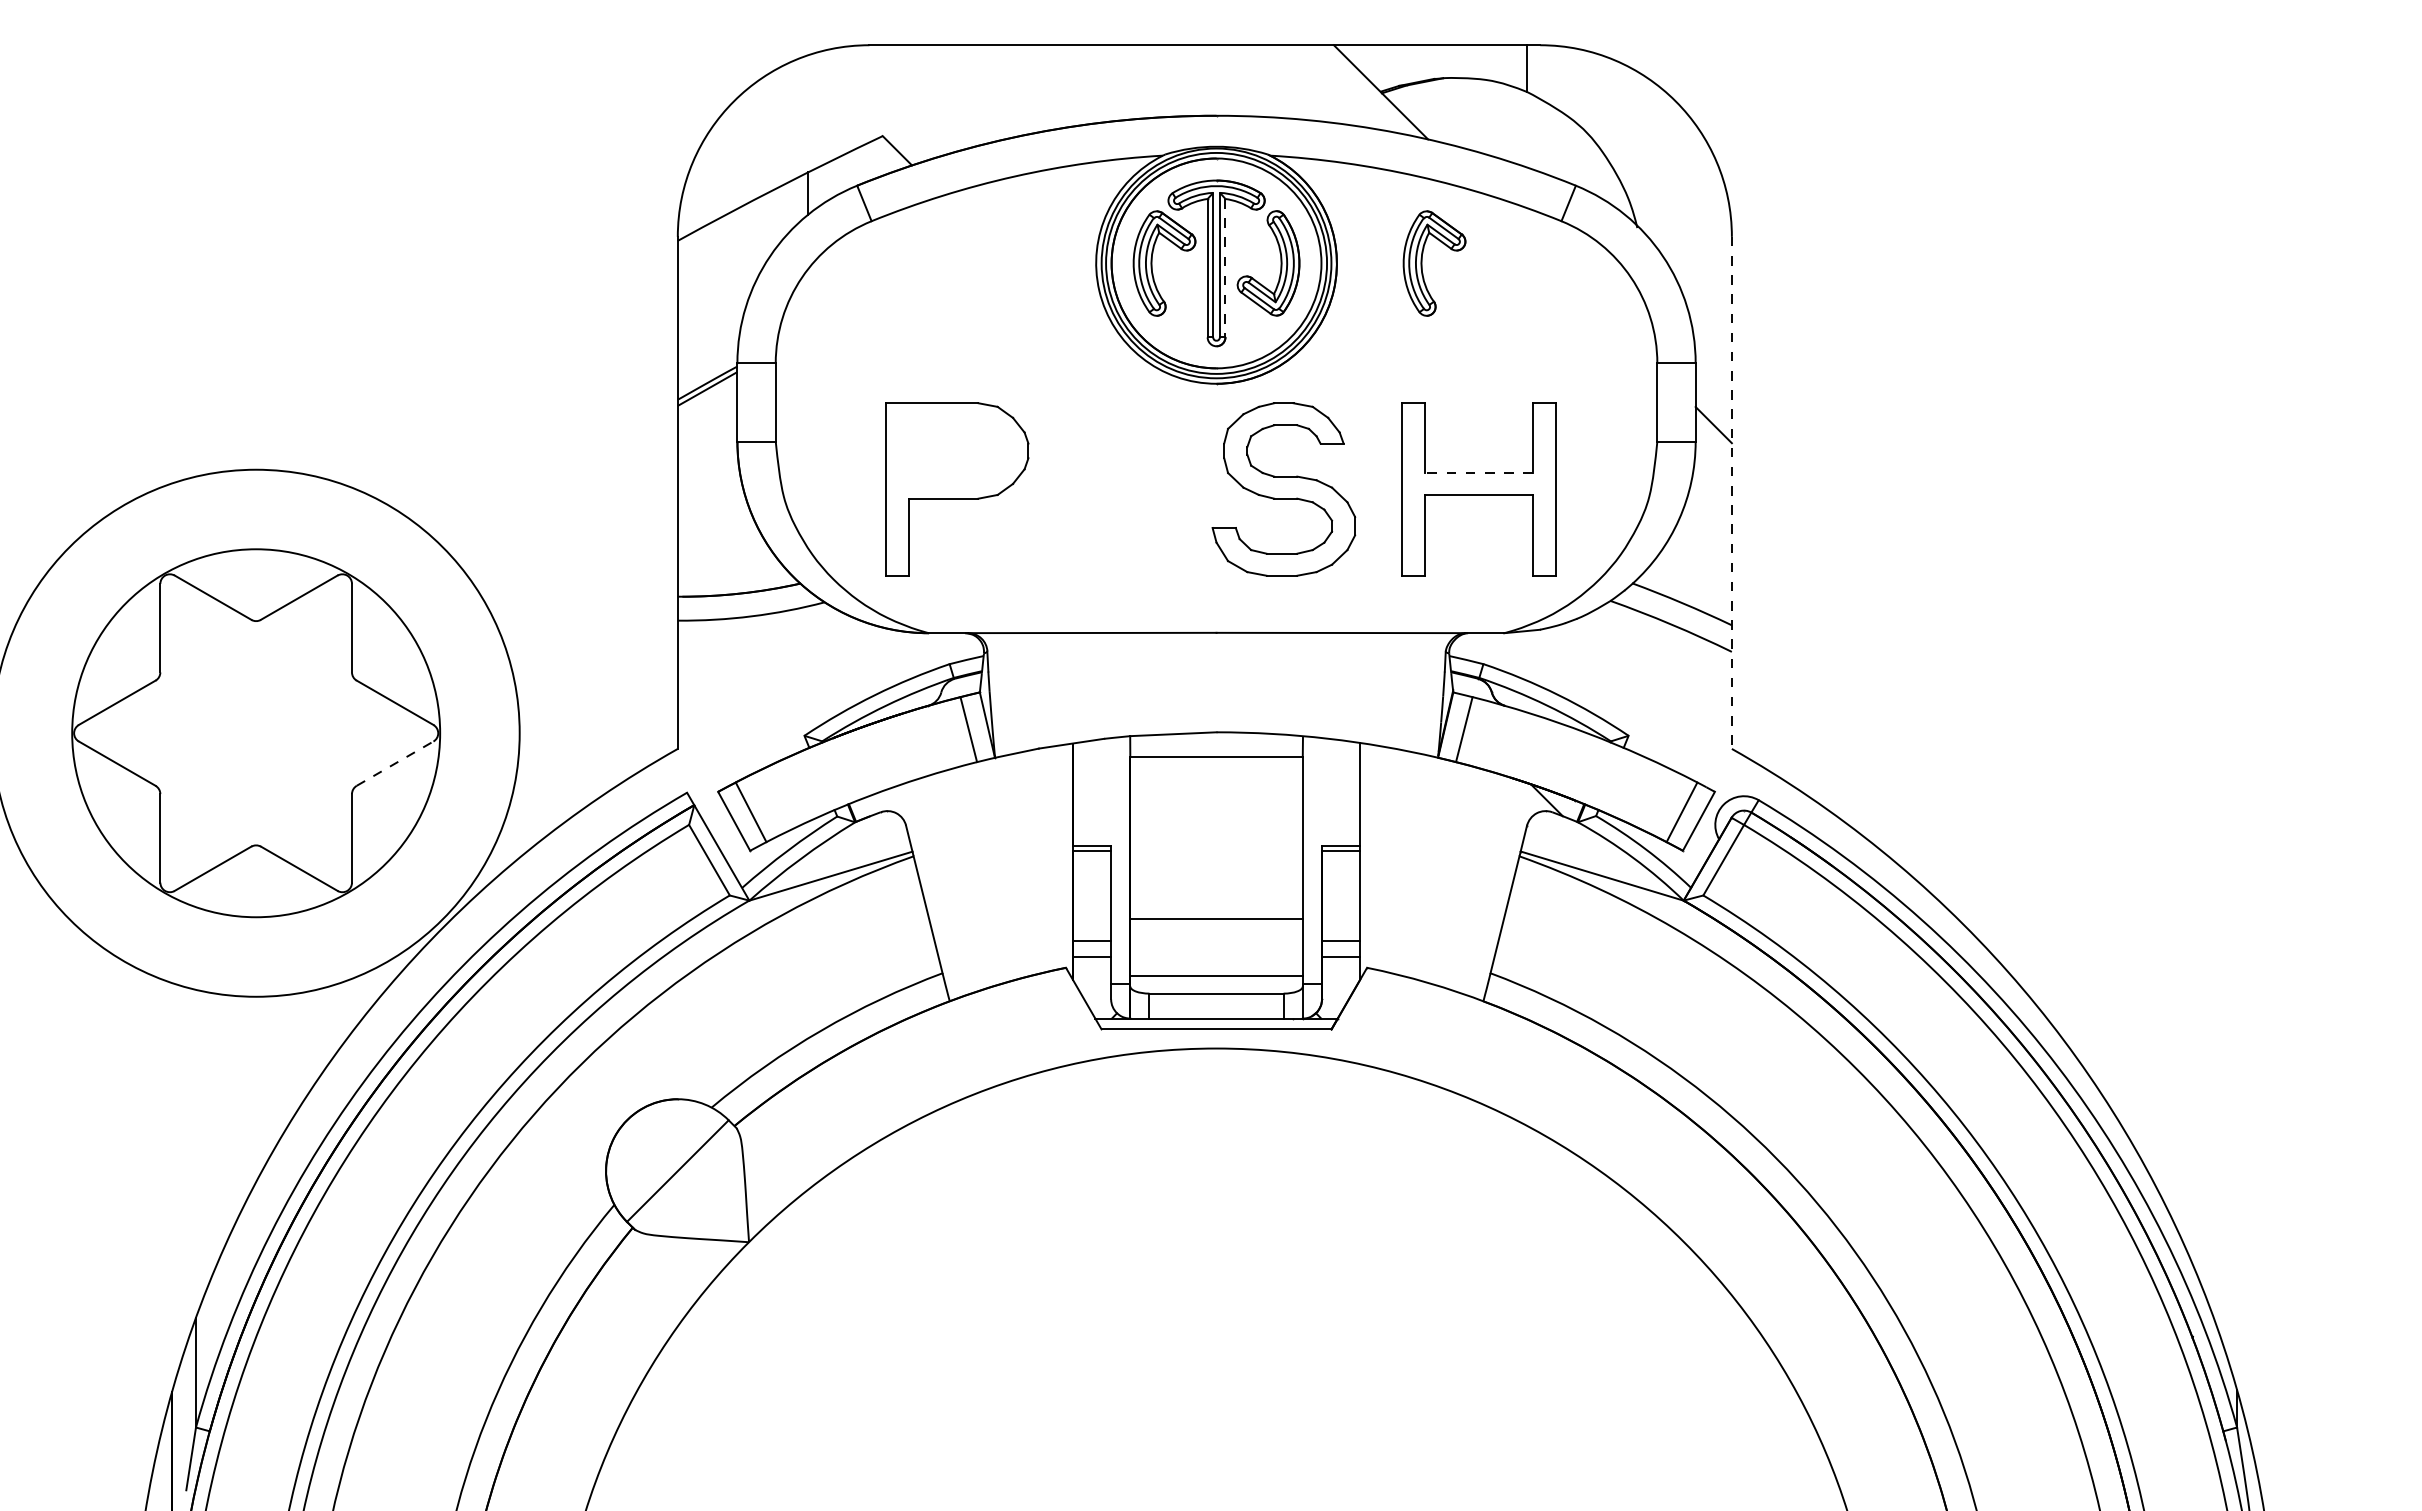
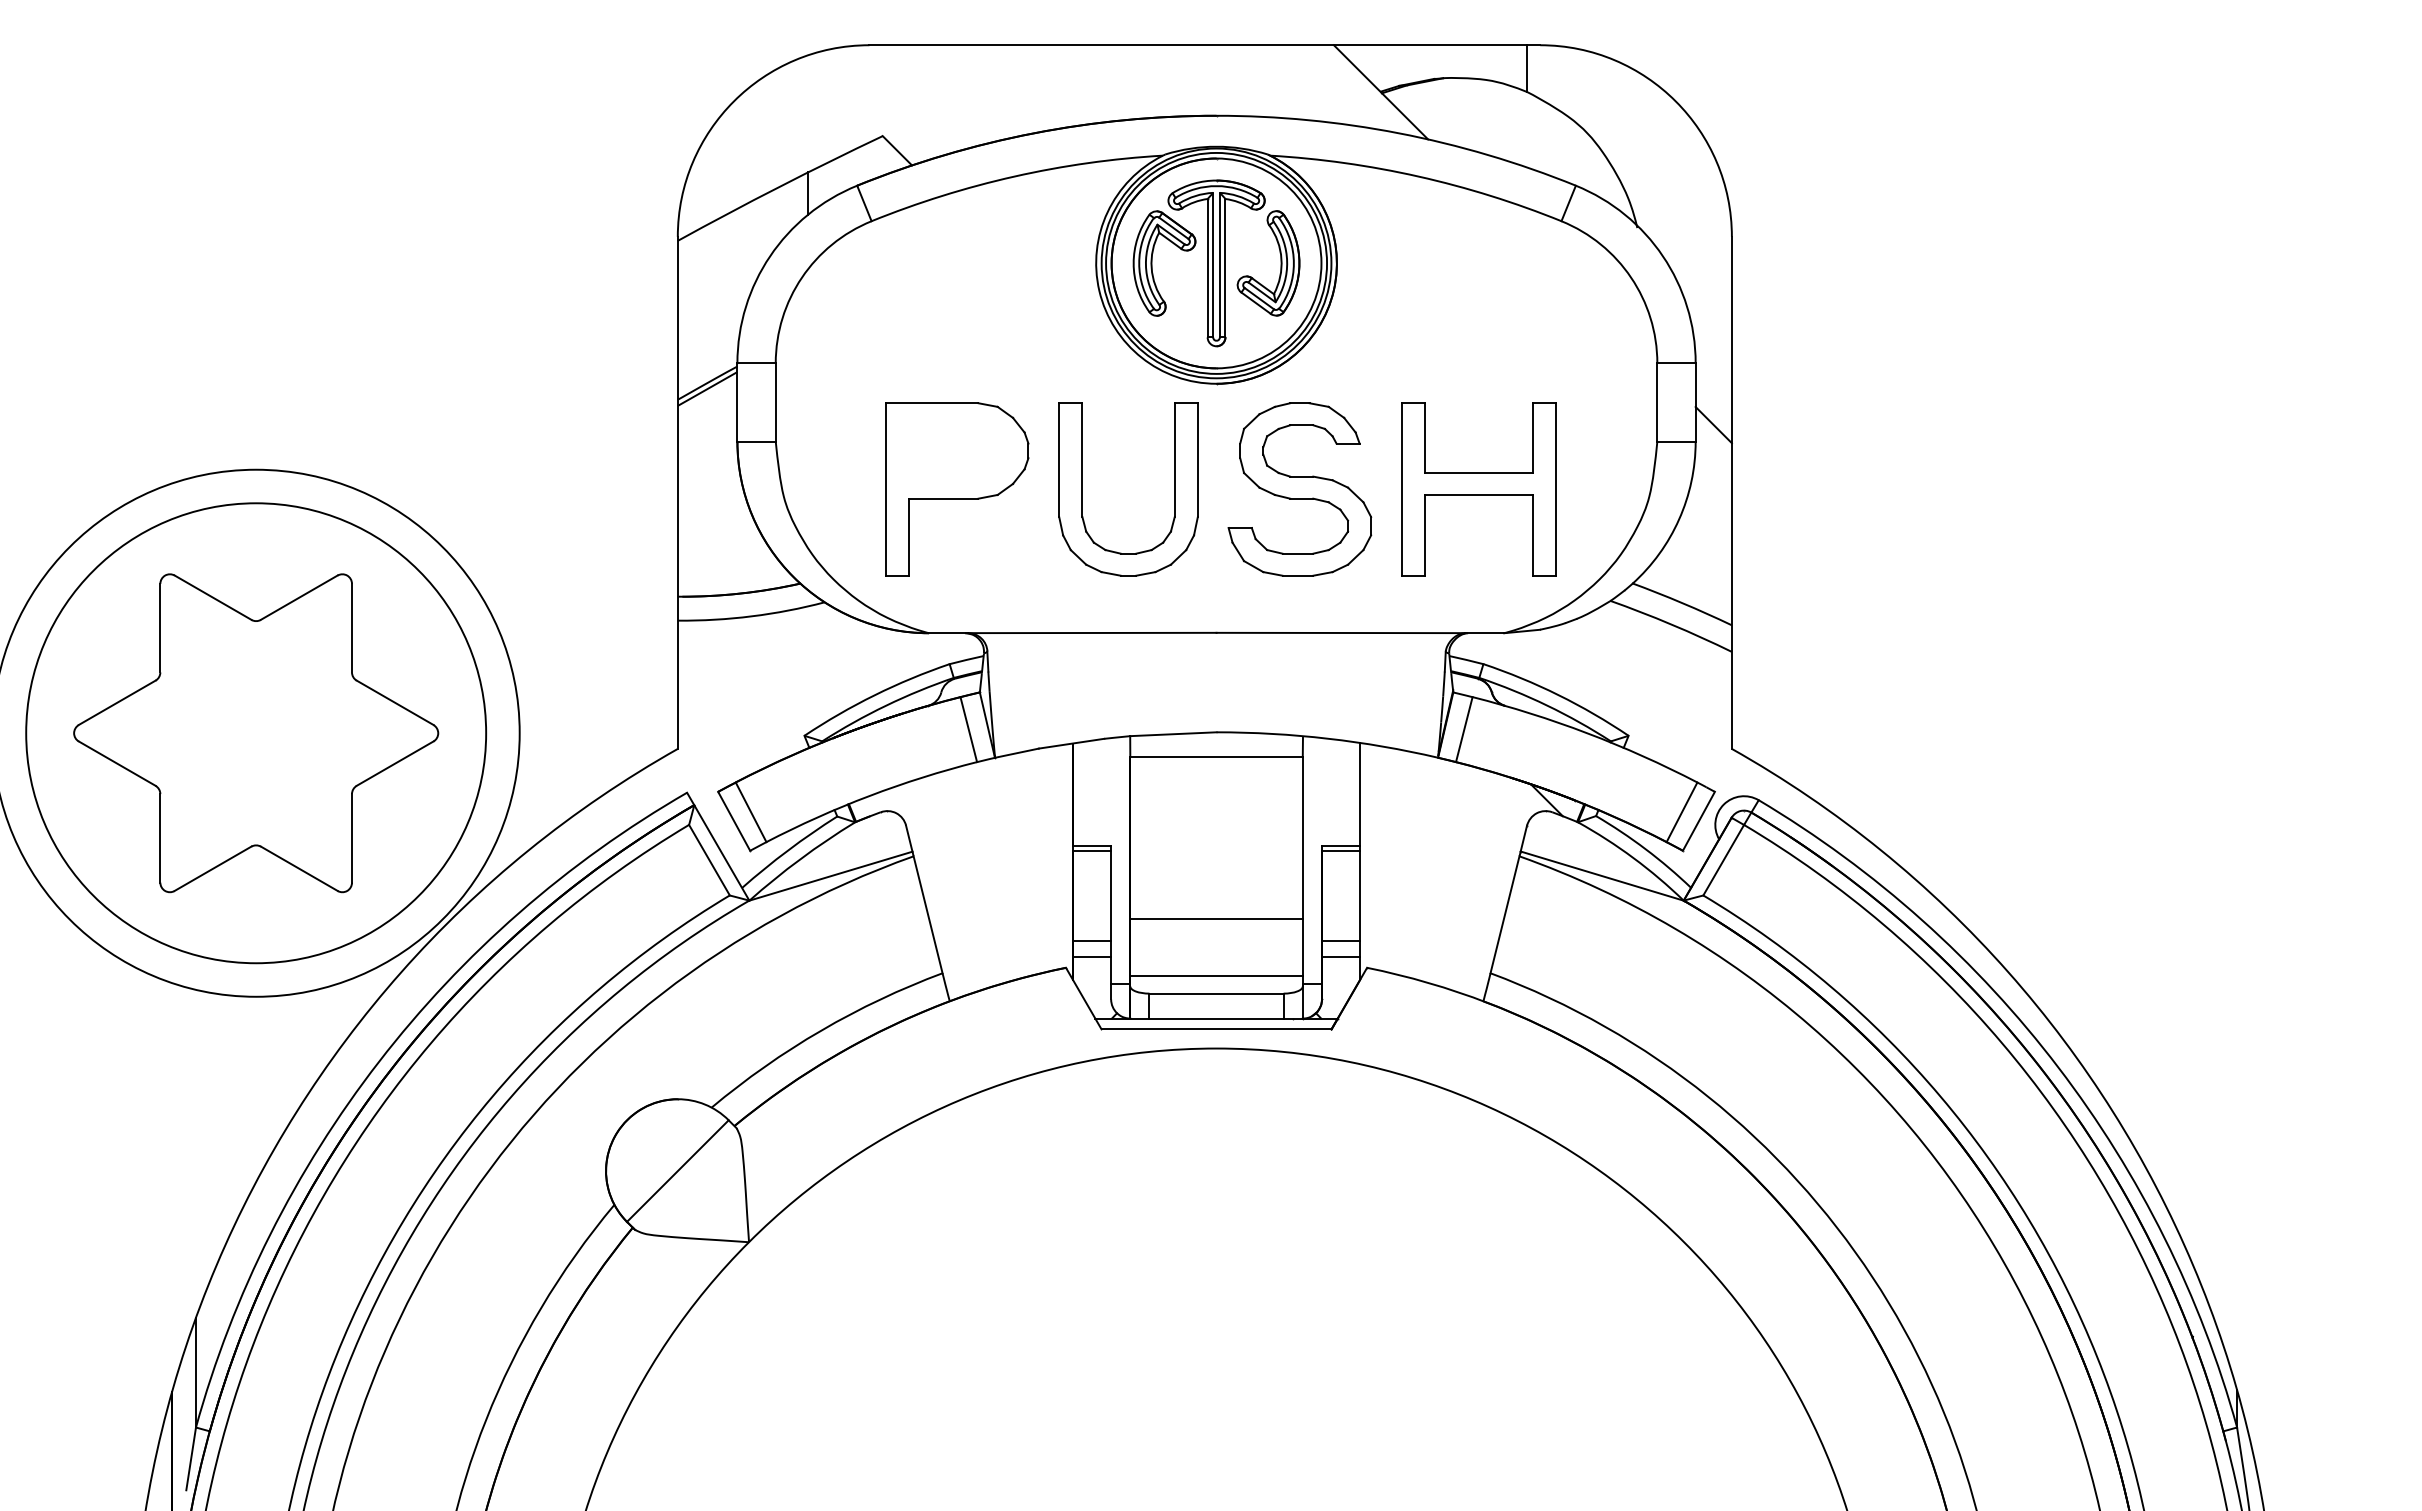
part at (1422, 263): present -> none
line at (1225, 268): dashed -> solid
line at (1478, 473): dashed -> solid
part at (1082, 489): none -> present
part at (1283, 489) position: (1283, 489) -> (1299, 489)
line at (1731, 492): dashed -> solid
circle at (256, 733) diameter: 368 px -> 460 px
line at (395, 763): dashed -> solid
